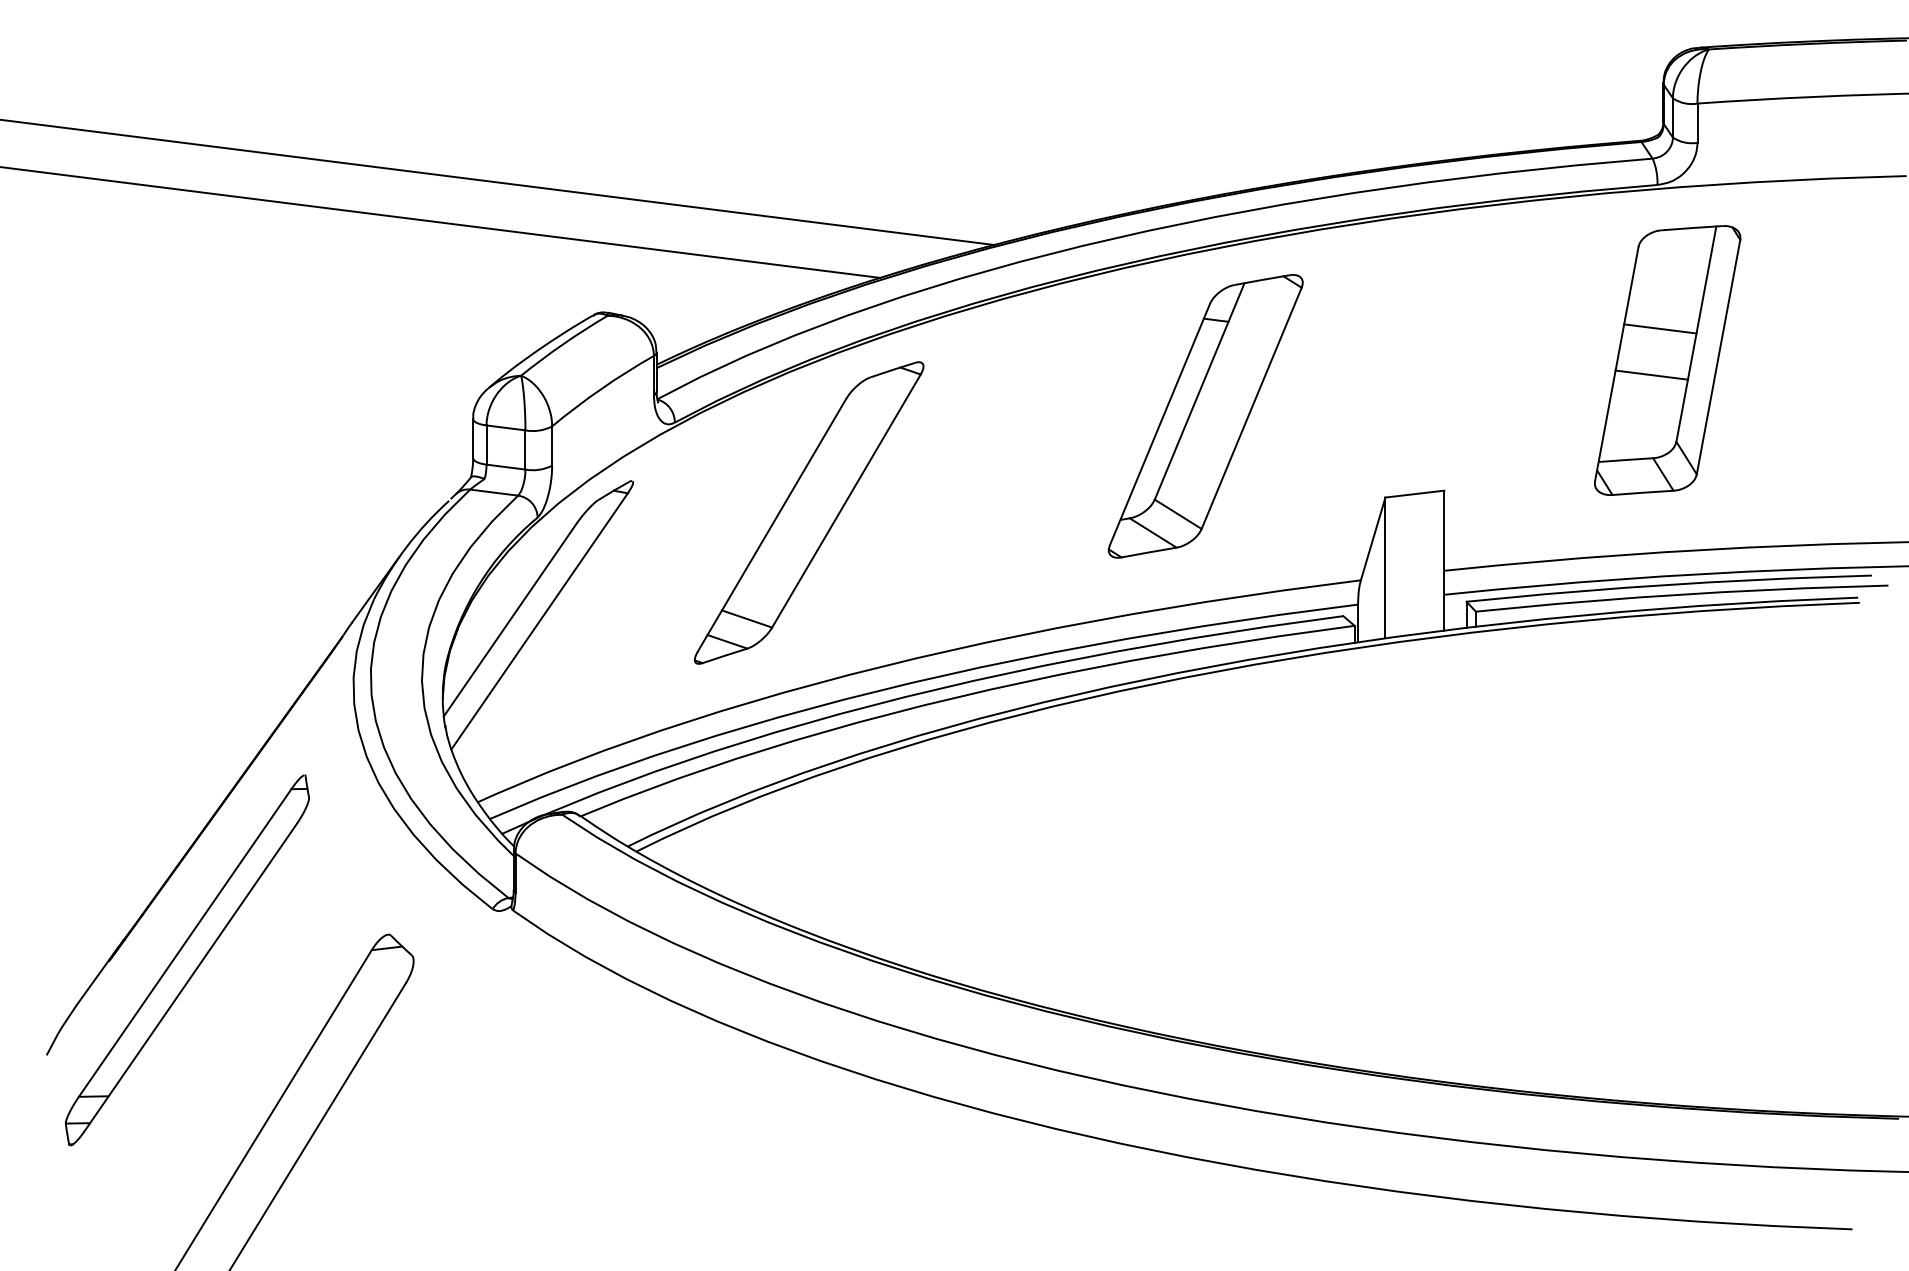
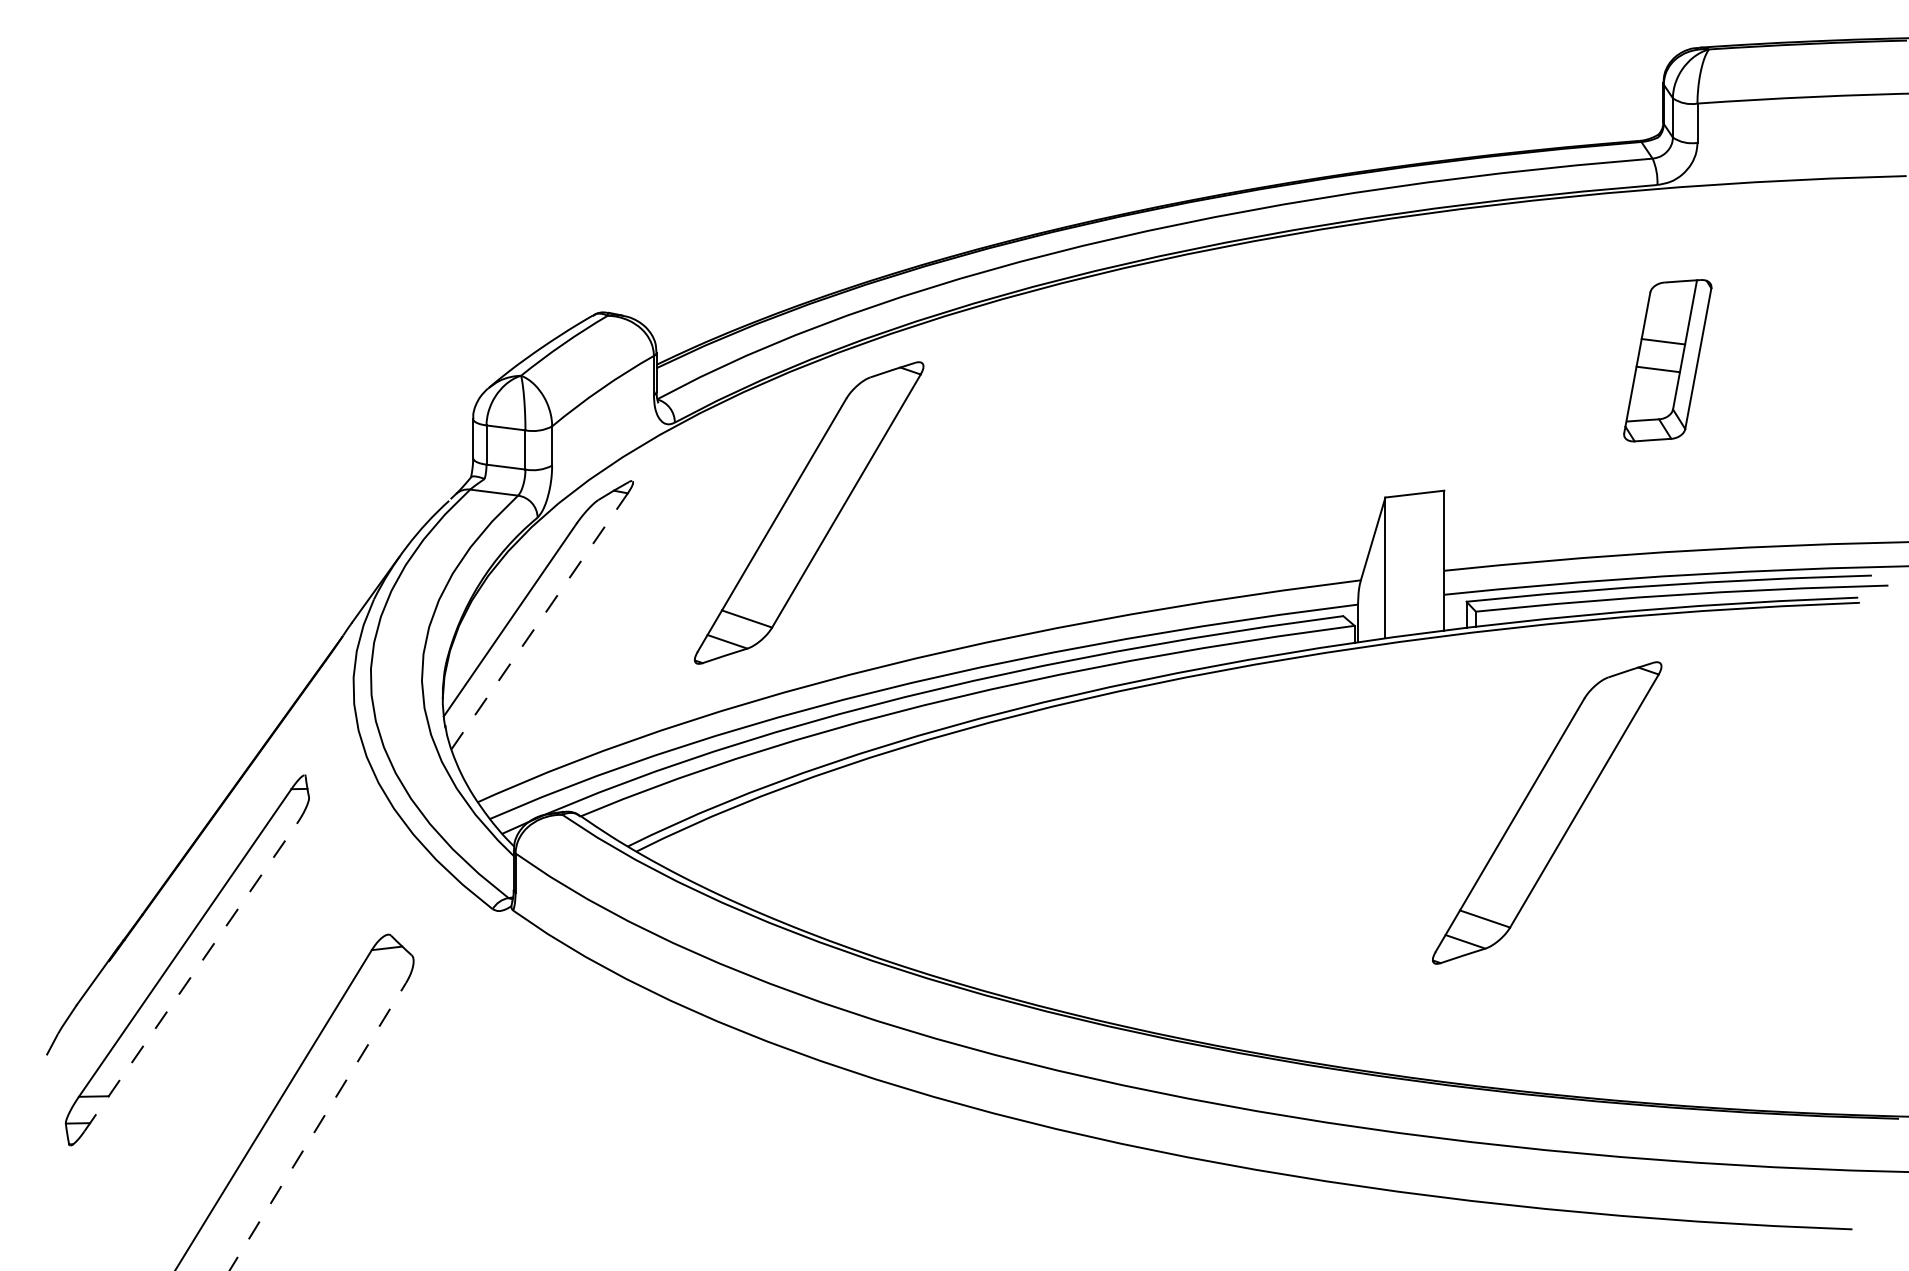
line at (498, 182): present -> none
line at (441, 222): present -> none
part at (1667, 360) size: 148x272 px -> 90x164 px
part at (1205, 416): present -> none
line at (539, 620): solid -> dashed
part at (1547, 812): none -> present
line at (190, 977): solid -> dashed
line at (317, 1126): solid -> dashed
